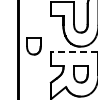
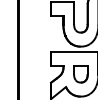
part at (33, 46): present -> none
line at (73, 52): dashed -> solid
